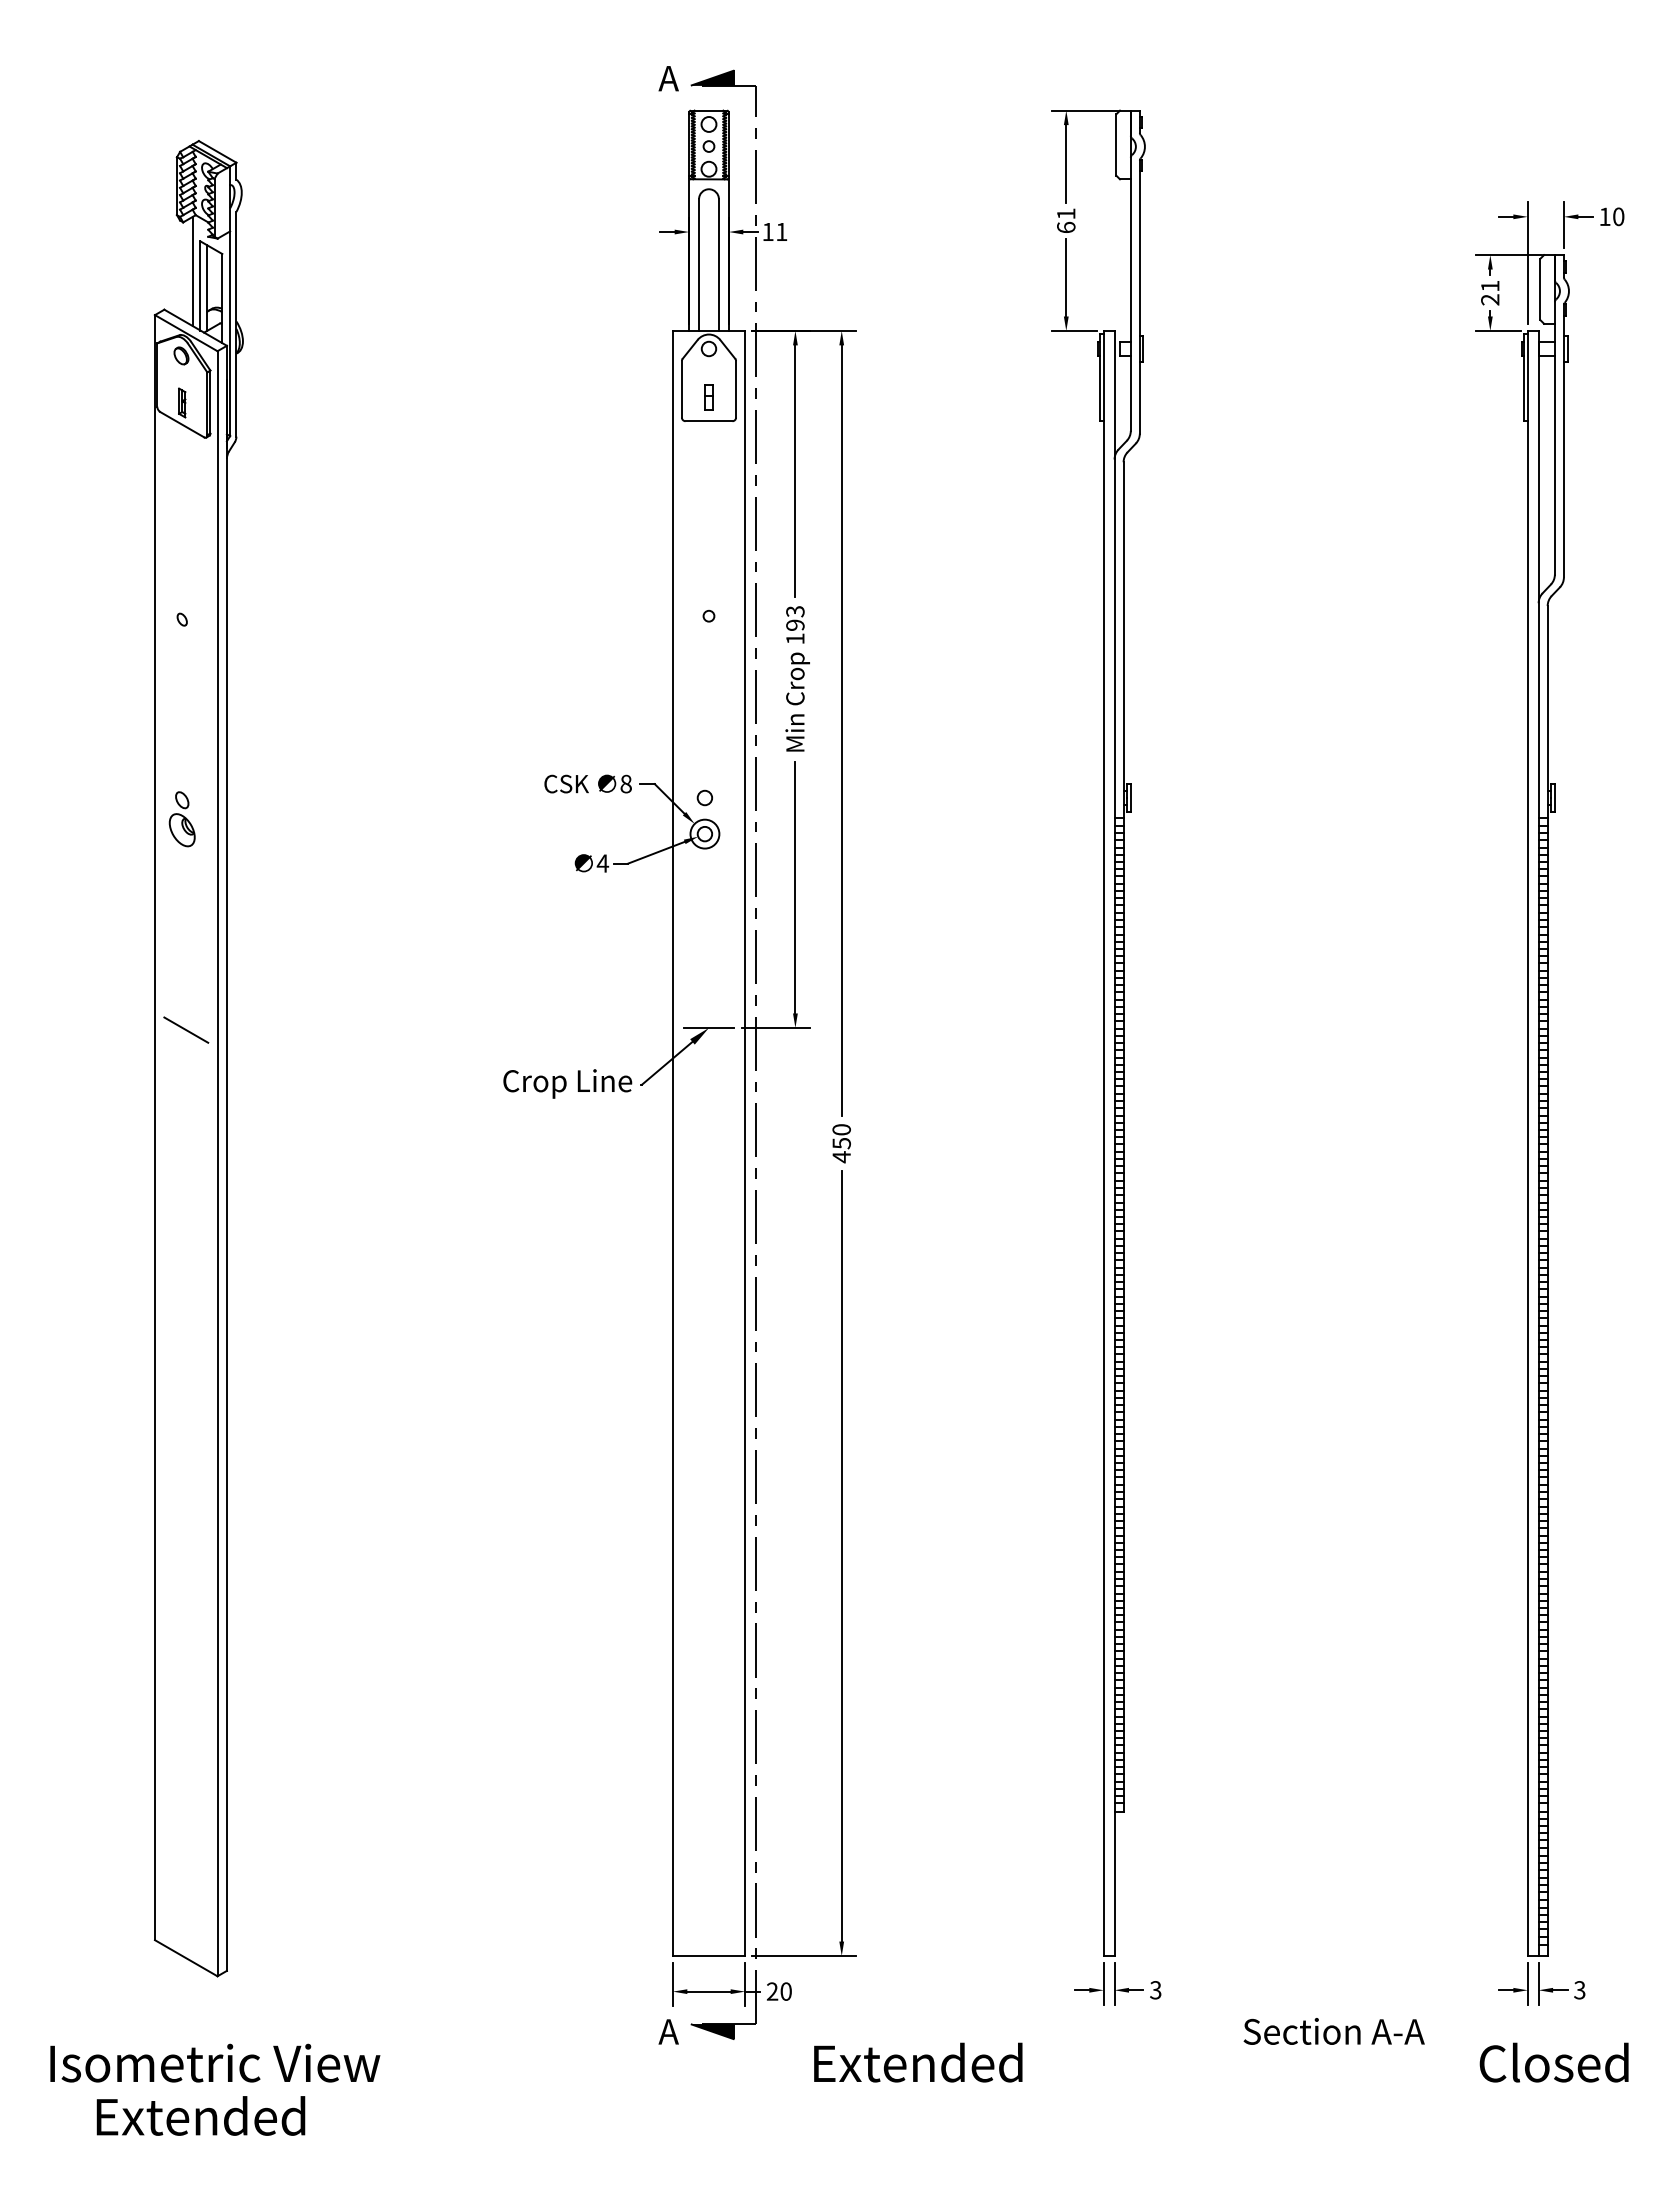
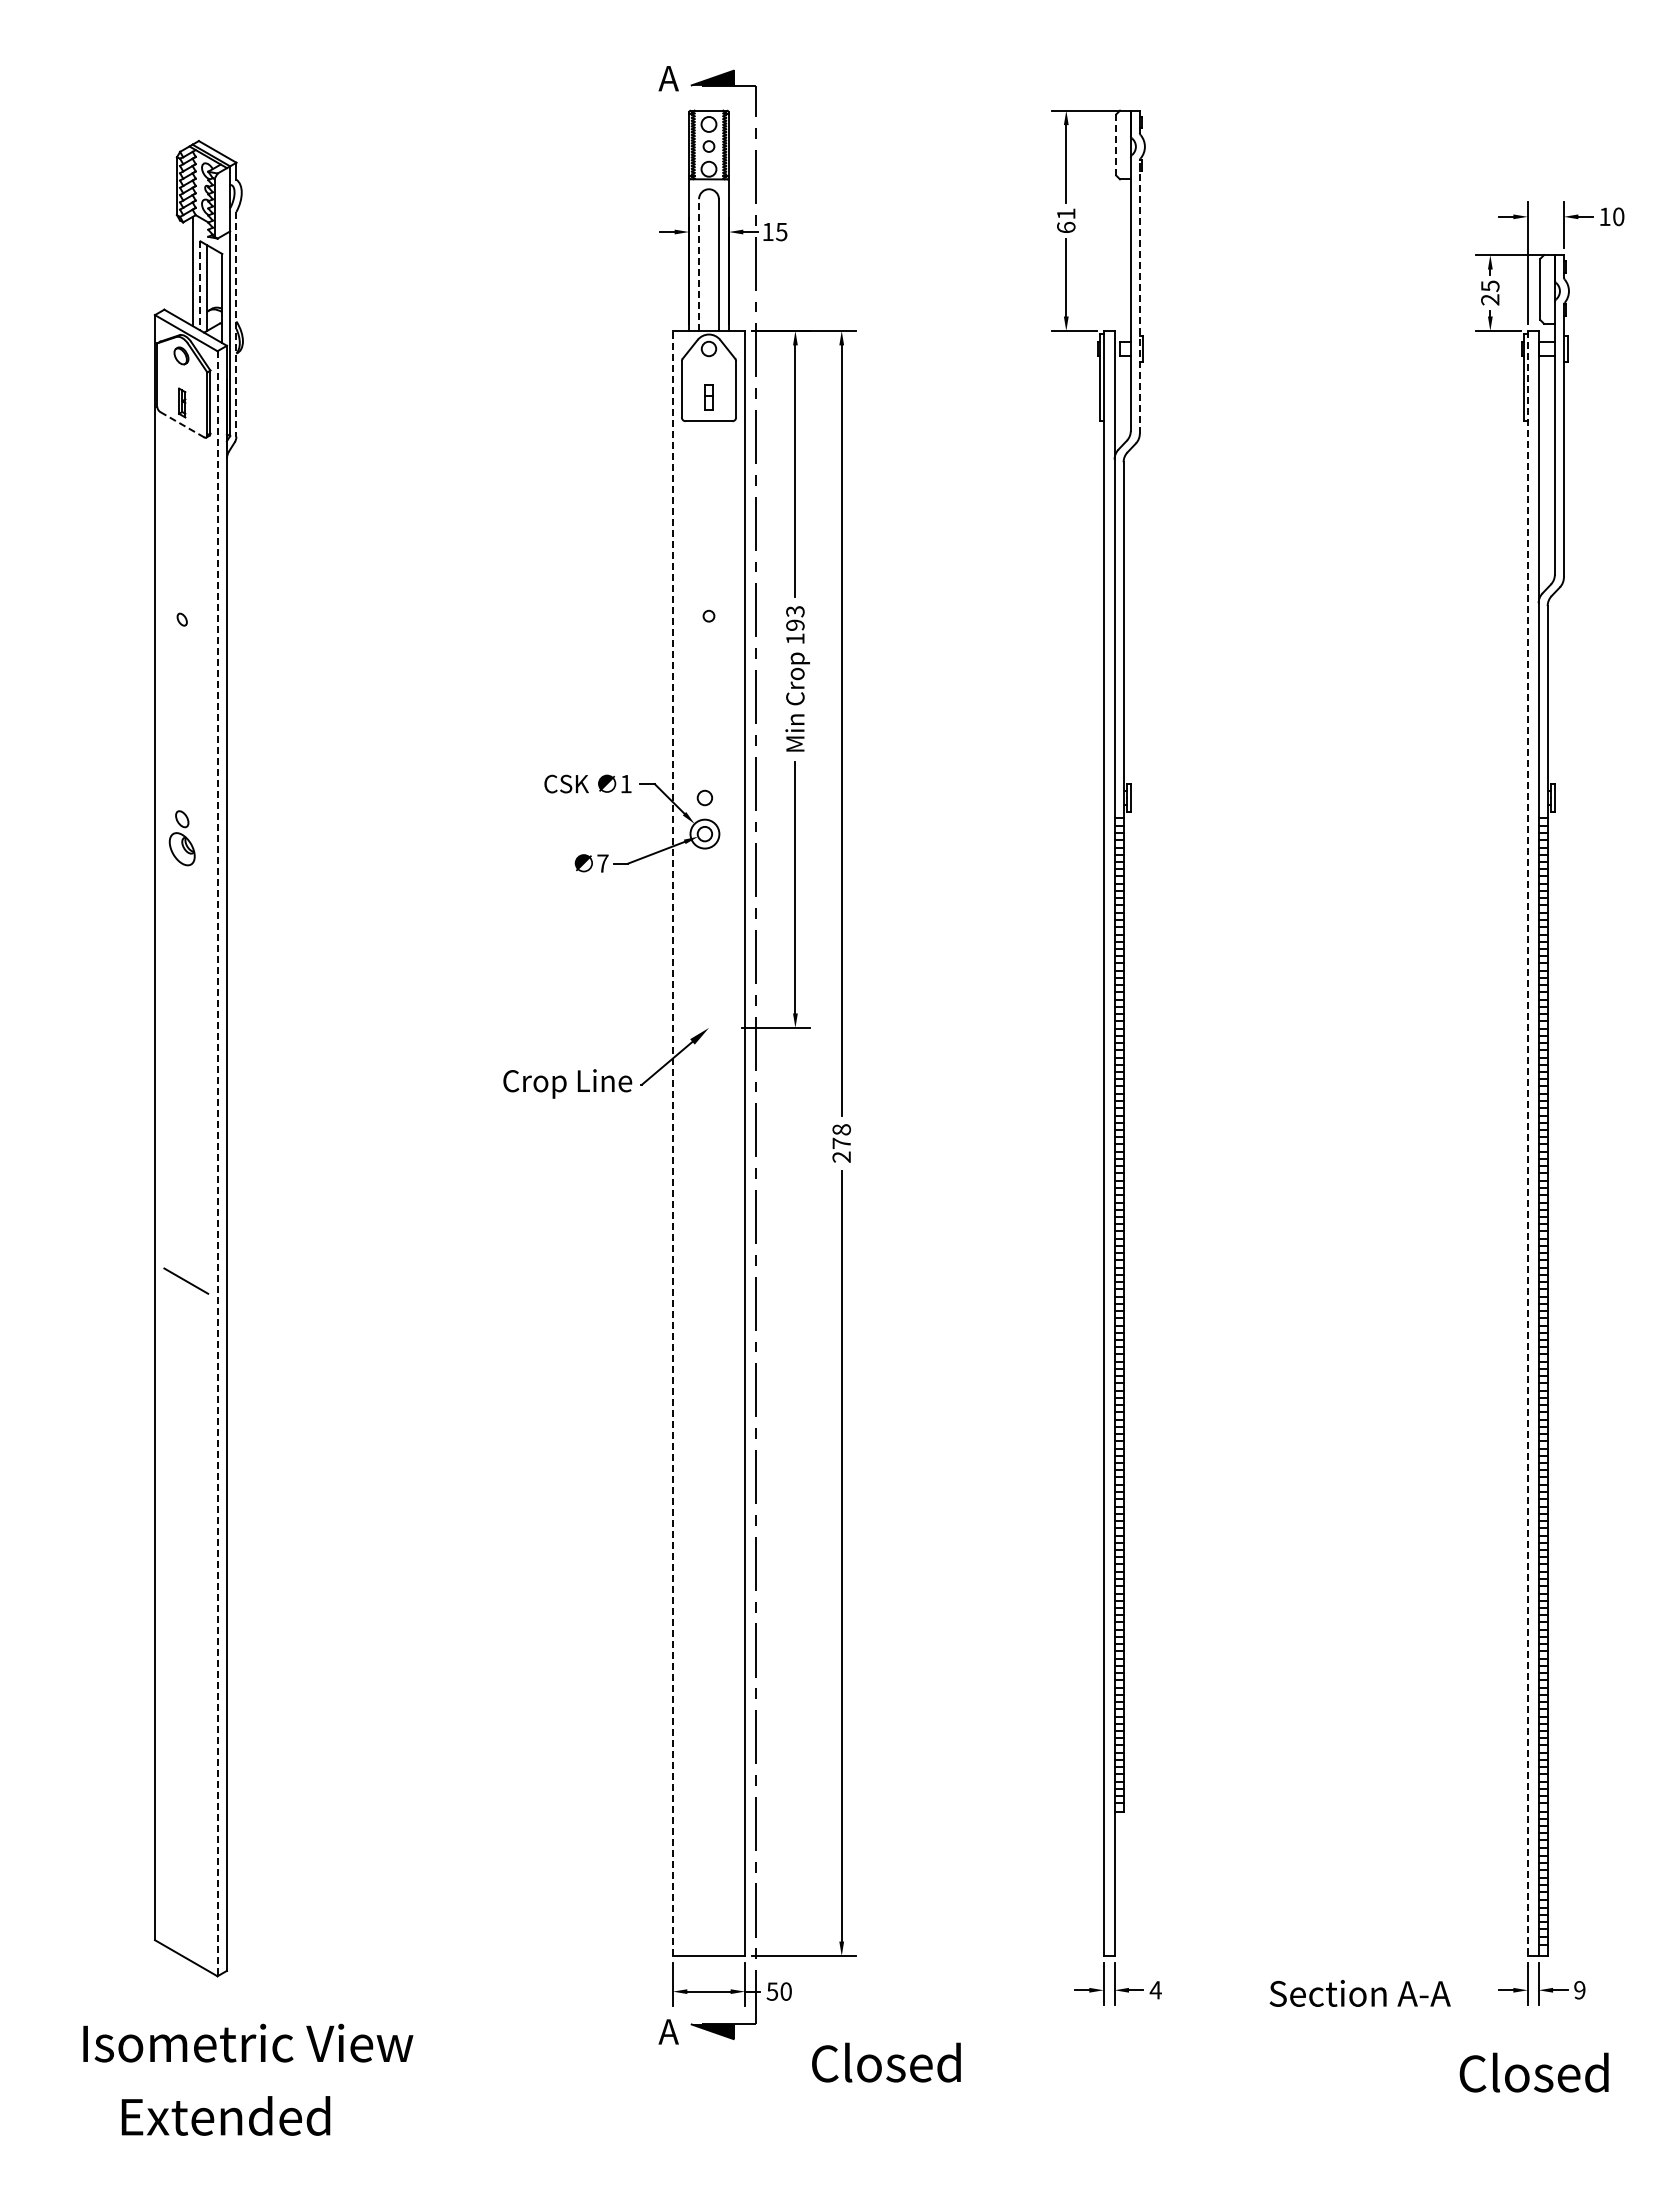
line at (1116, 145): solid -> dashed
text at (781, 232): 11 -> 15
line at (699, 265): solid -> dashed
line at (200, 285): solid -> dashed
text at (1490, 286): 21 -> 25
line at (1139, 296): solid -> dashed
line at (236, 324): solid -> dashed
line at (182, 424): solid -> dashed
text at (625, 783): 8 -> 1
part at (181, 819) position: (181, 819) -> (181, 838)
text at (602, 863): 4 -> 7
line at (708, 1027): present -> none
line at (186, 1029) position: (186, 1029) -> (186, 1280)
line at (672, 1143): solid -> dashed
text at (841, 1143): 450 -> 278
line at (1527, 1143): solid -> dashed
line at (217, 1163): solid -> dashed
text at (1155, 1990): 3 -> 4
text at (1579, 1990): 3 -> 9
text at (772, 1991): 20 -> 50
text at (1333, 2031) position: (1333, 2031) -> (1359, 1993)
text at (215, 2062) position: (215, 2062) -> (248, 2042)
text at (917, 2062): Extended -> Closed
text at (1553, 2062) position: (1553, 2062) -> (1533, 2072)
text at (200, 2115) position: (200, 2115) -> (225, 2115)
